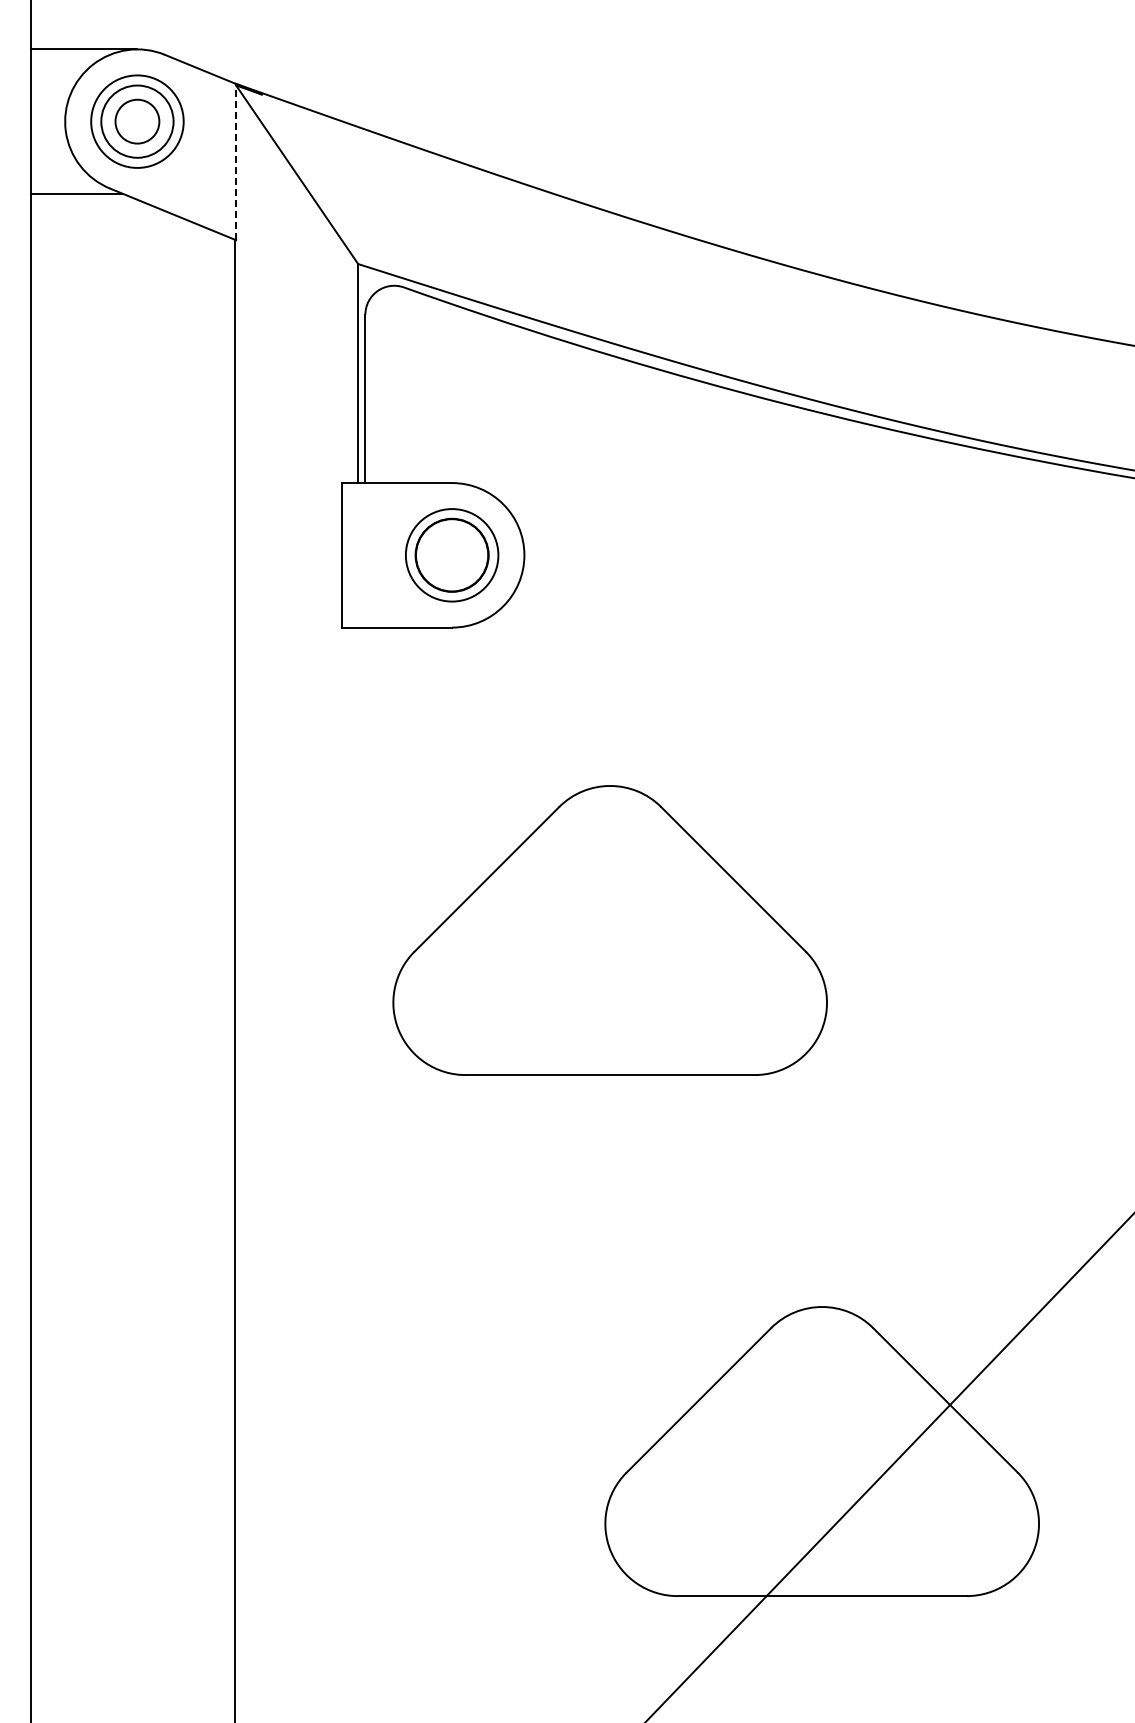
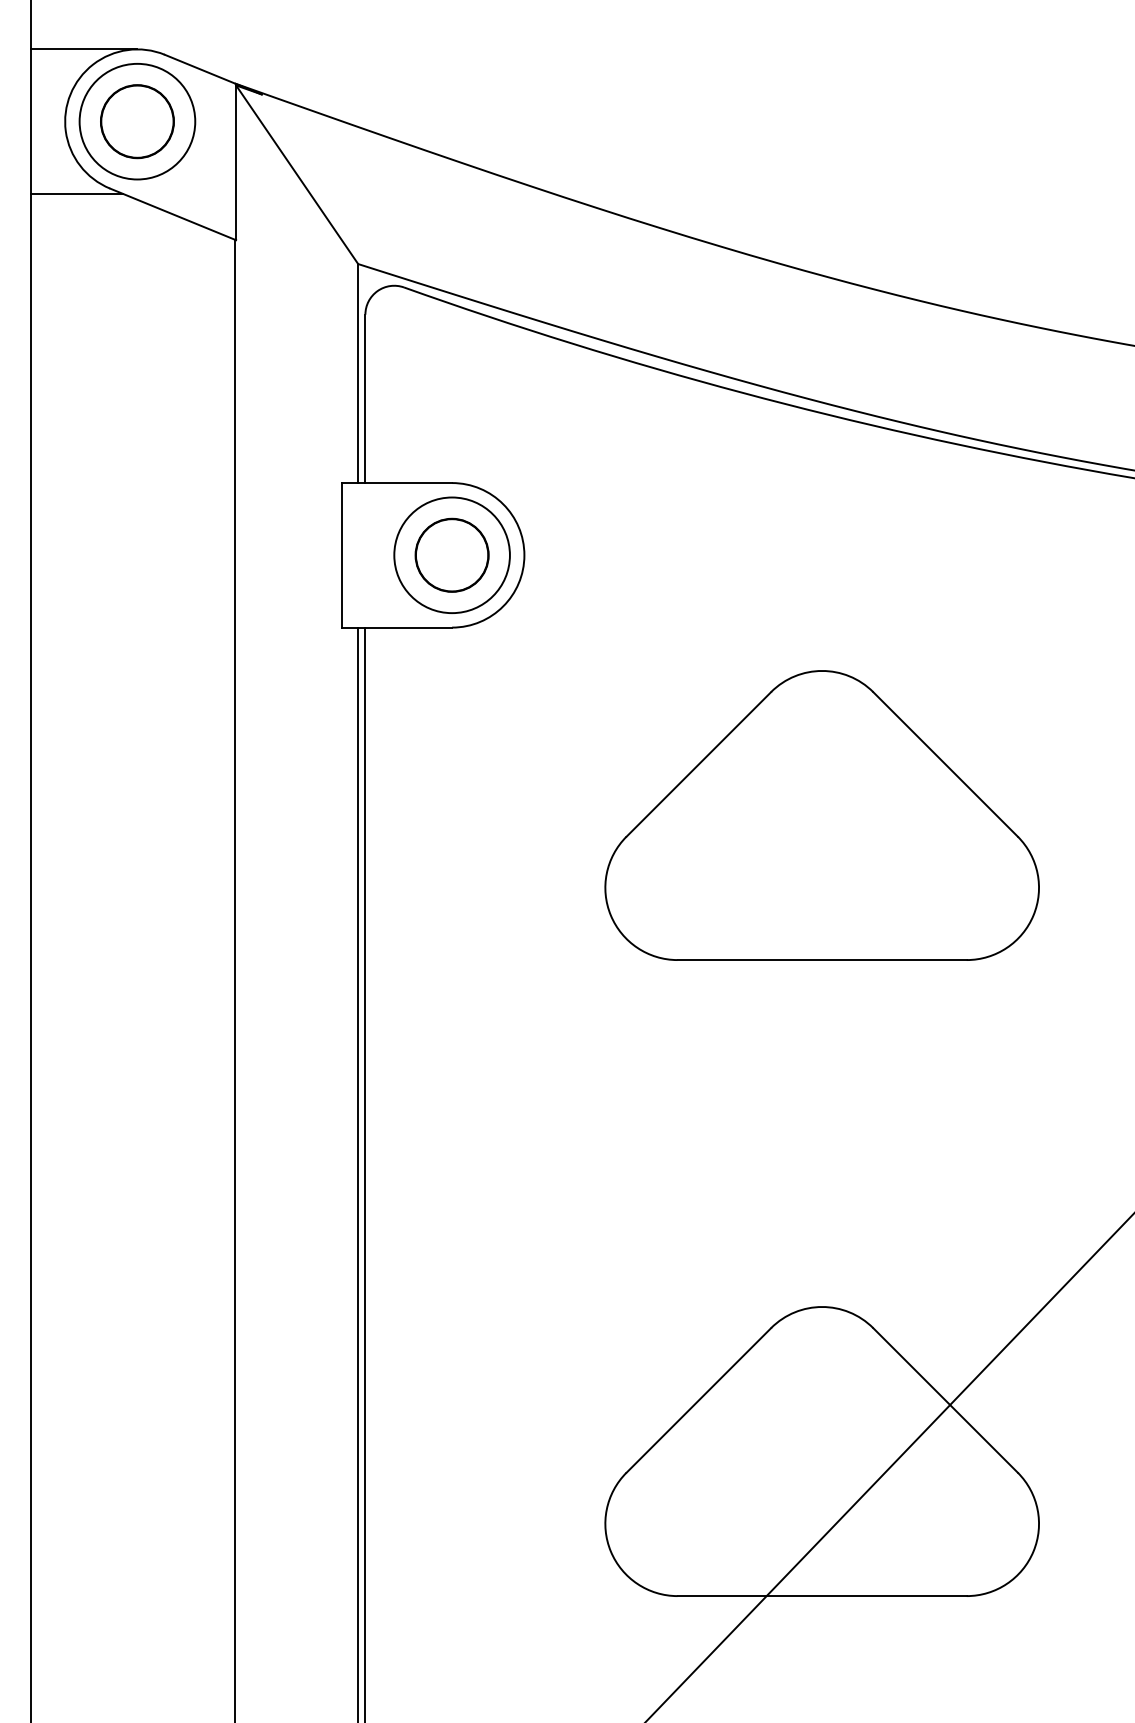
circle at (137, 121) diameter: 44 px -> 73 px
circle at (137, 121) diameter: 93 px -> 116 px
line at (236, 162): dashed -> solid
circle at (451, 555) diameter: 93 px -> 116 px
part at (609, 930) position: (609, 930) -> (821, 815)
line at (358, 1173): none -> present
line at (365, 1173): none -> present
